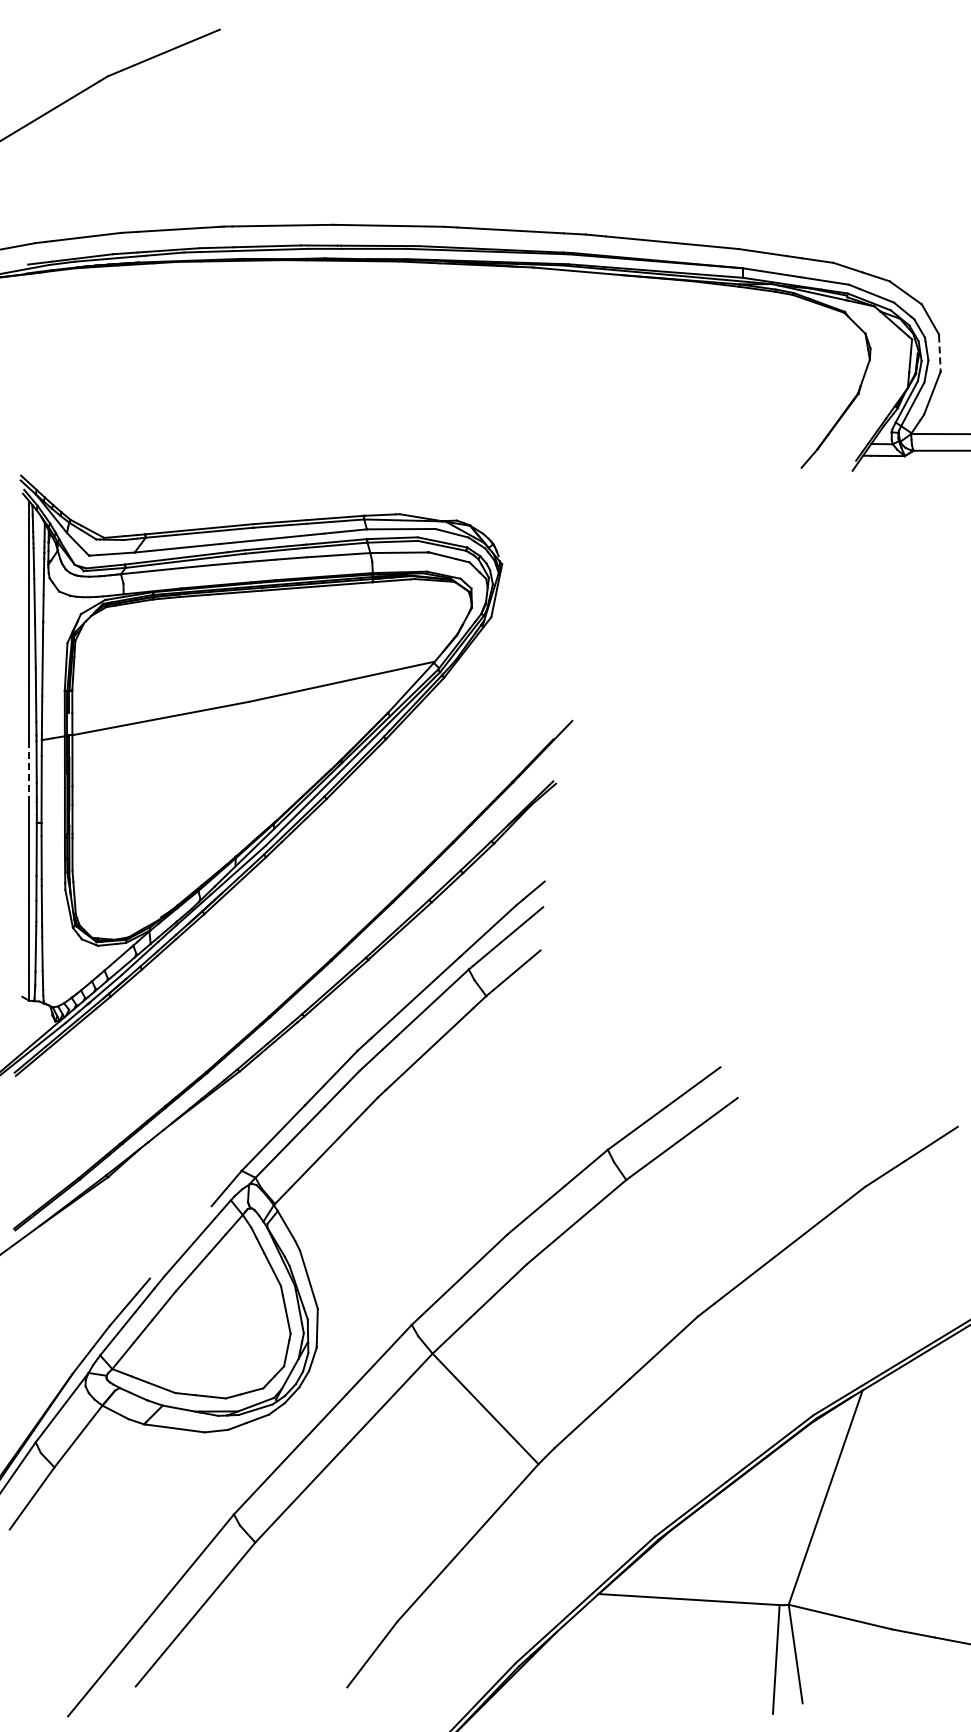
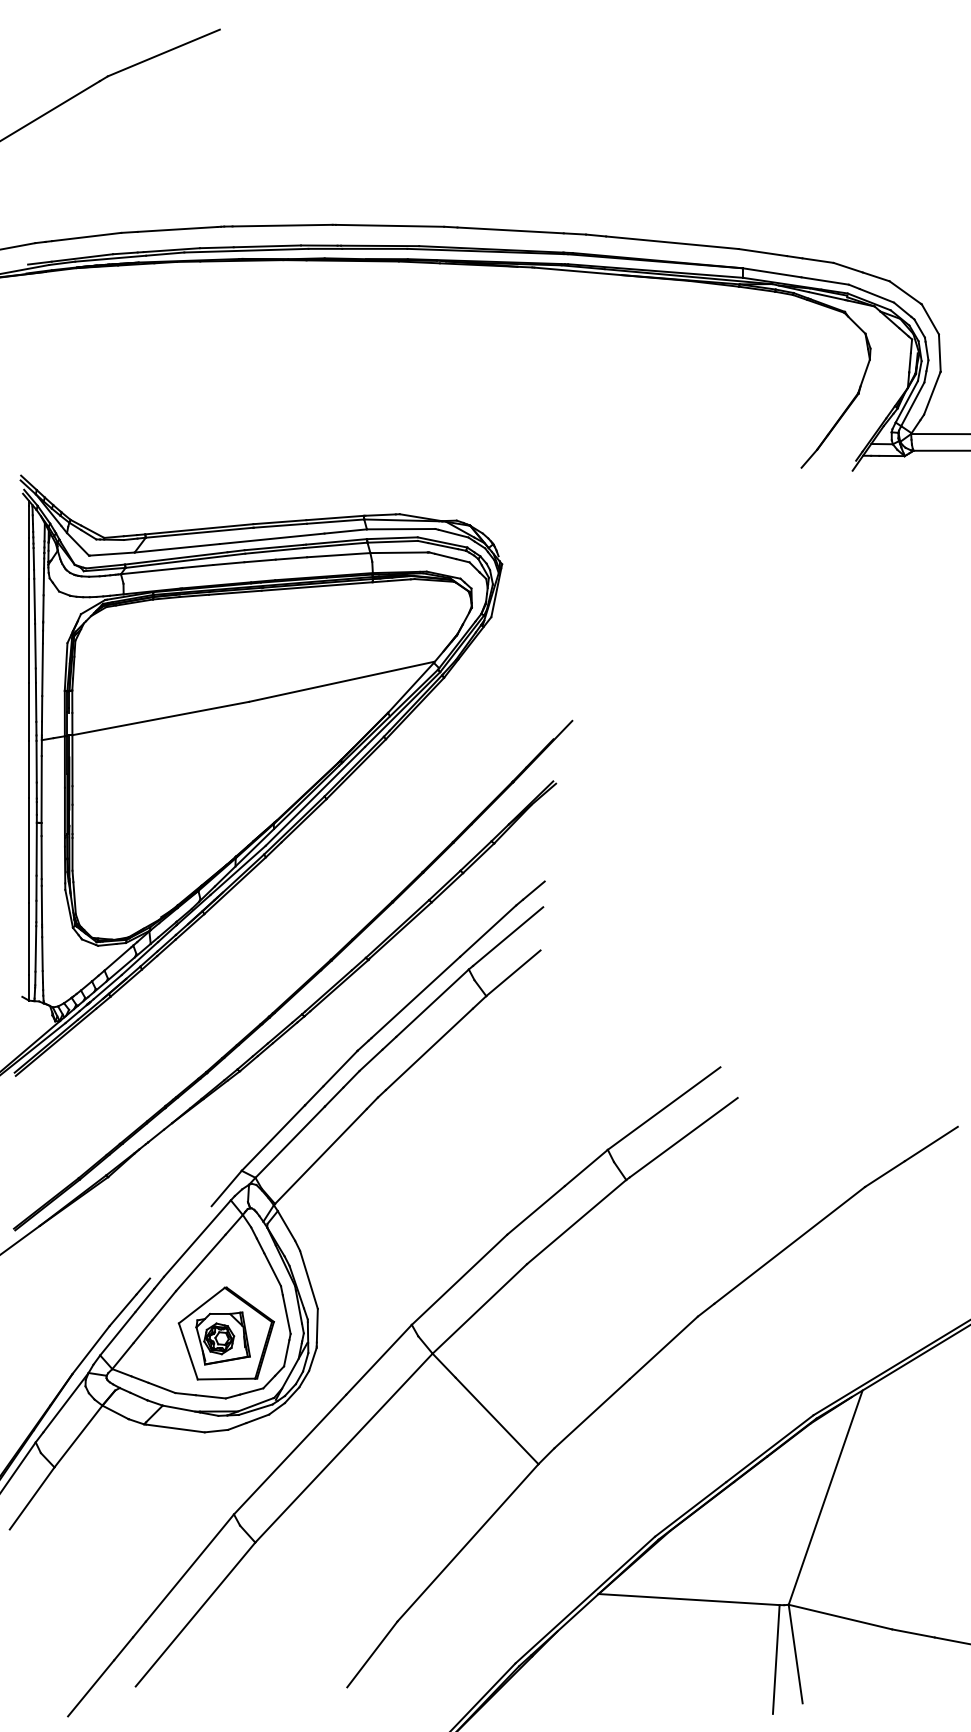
line at (939, 354): dashed -> solid
line at (29, 769): dashed -> solid
part at (225, 1333): none -> present
